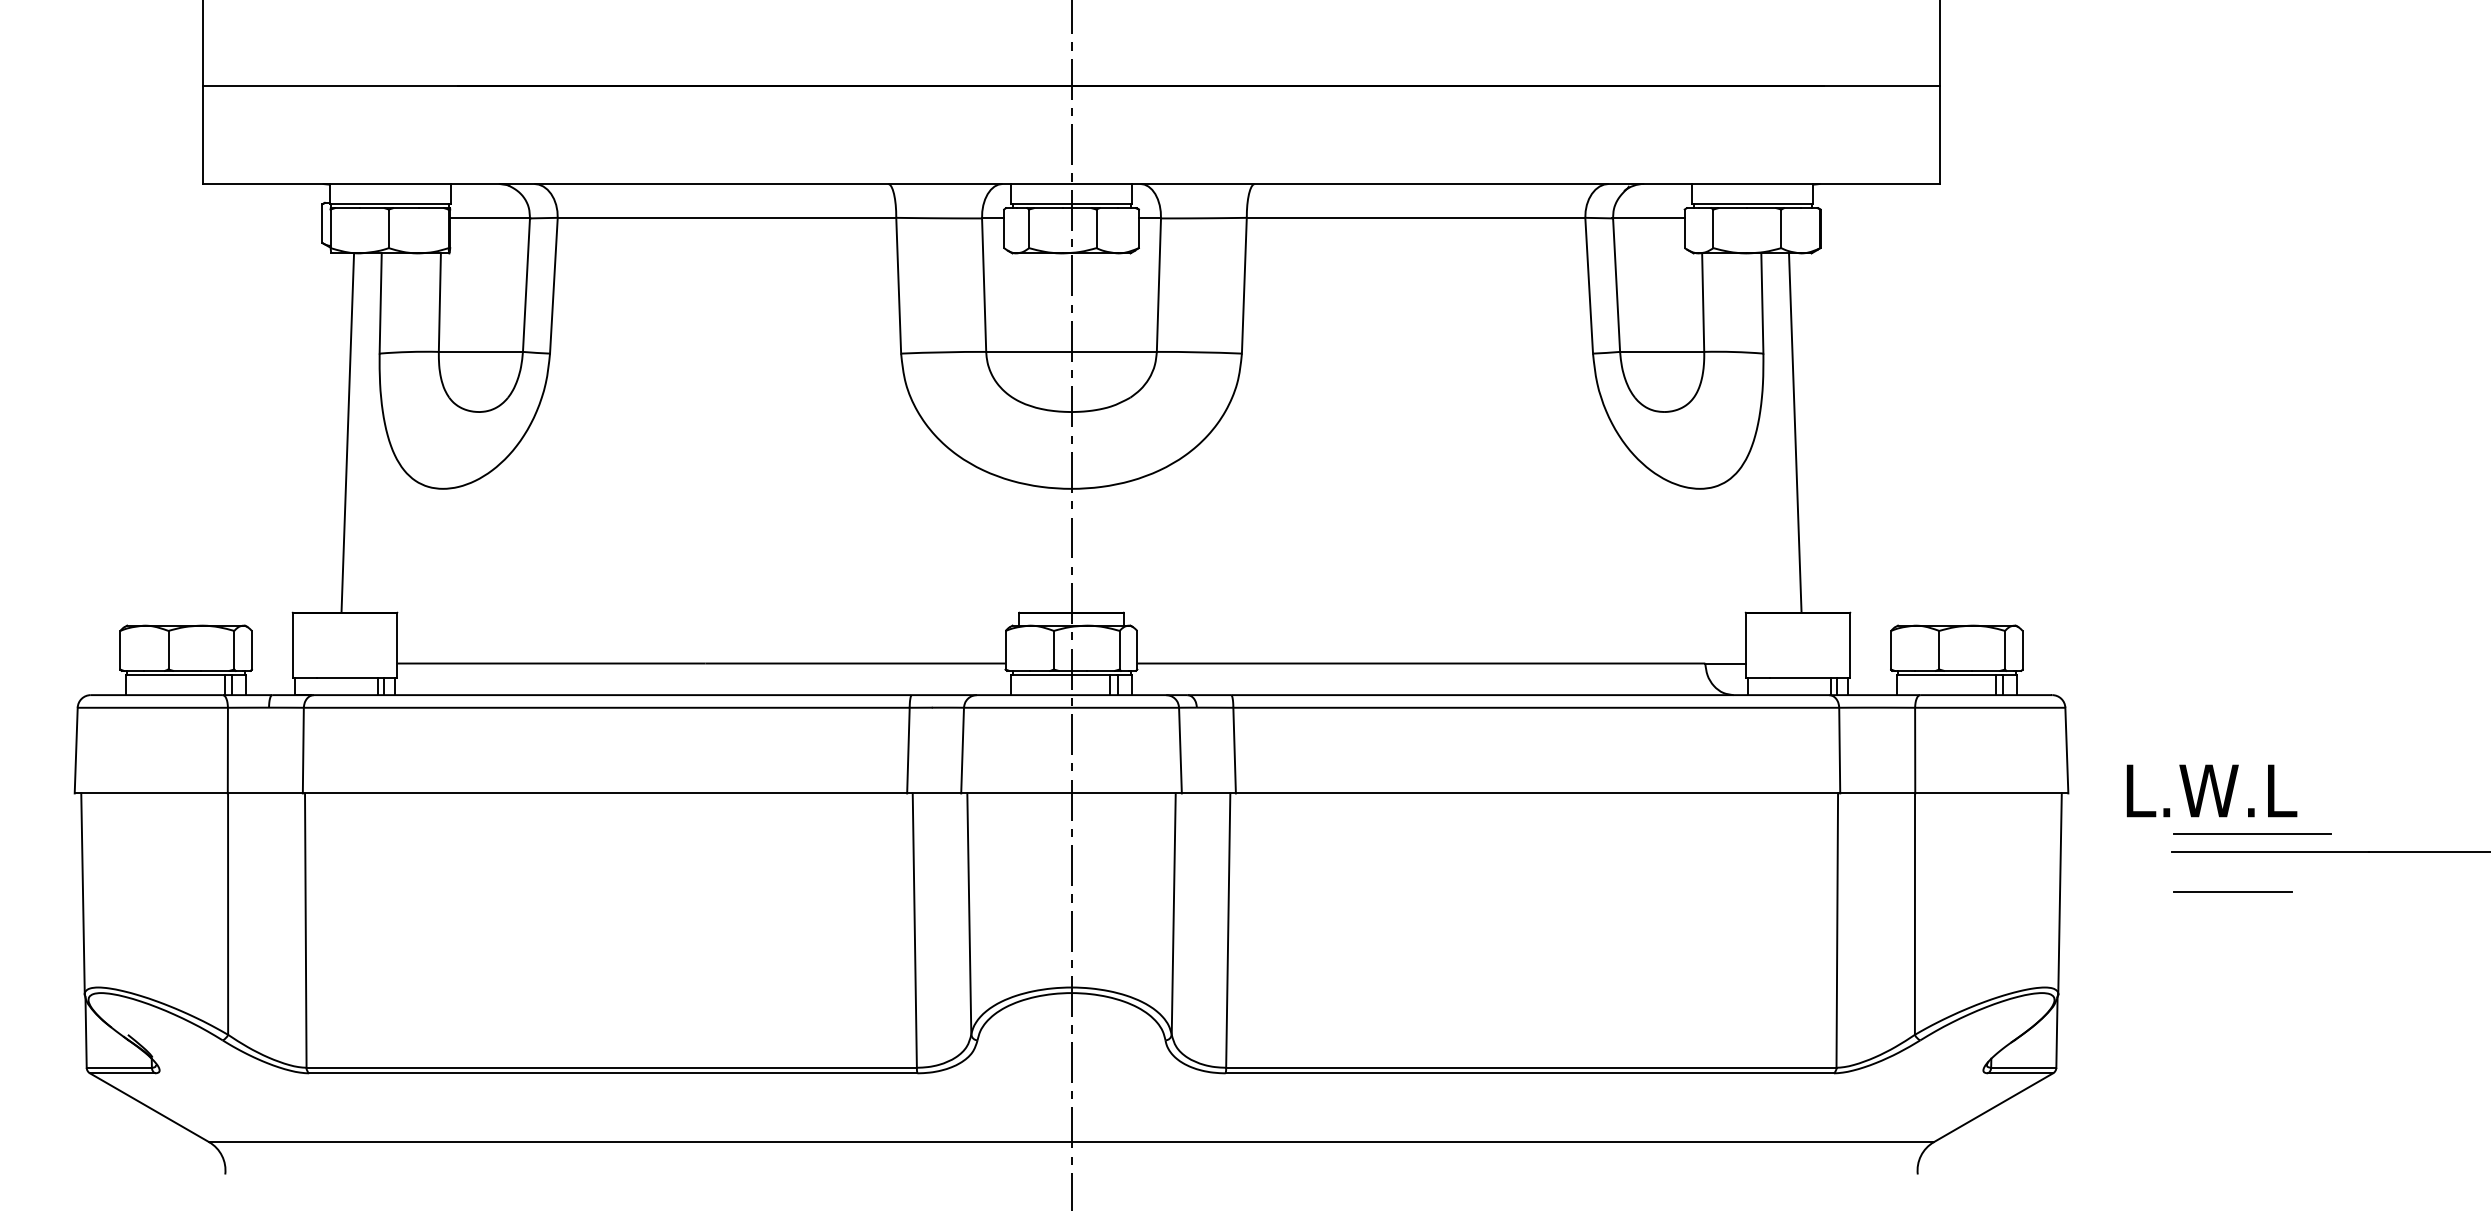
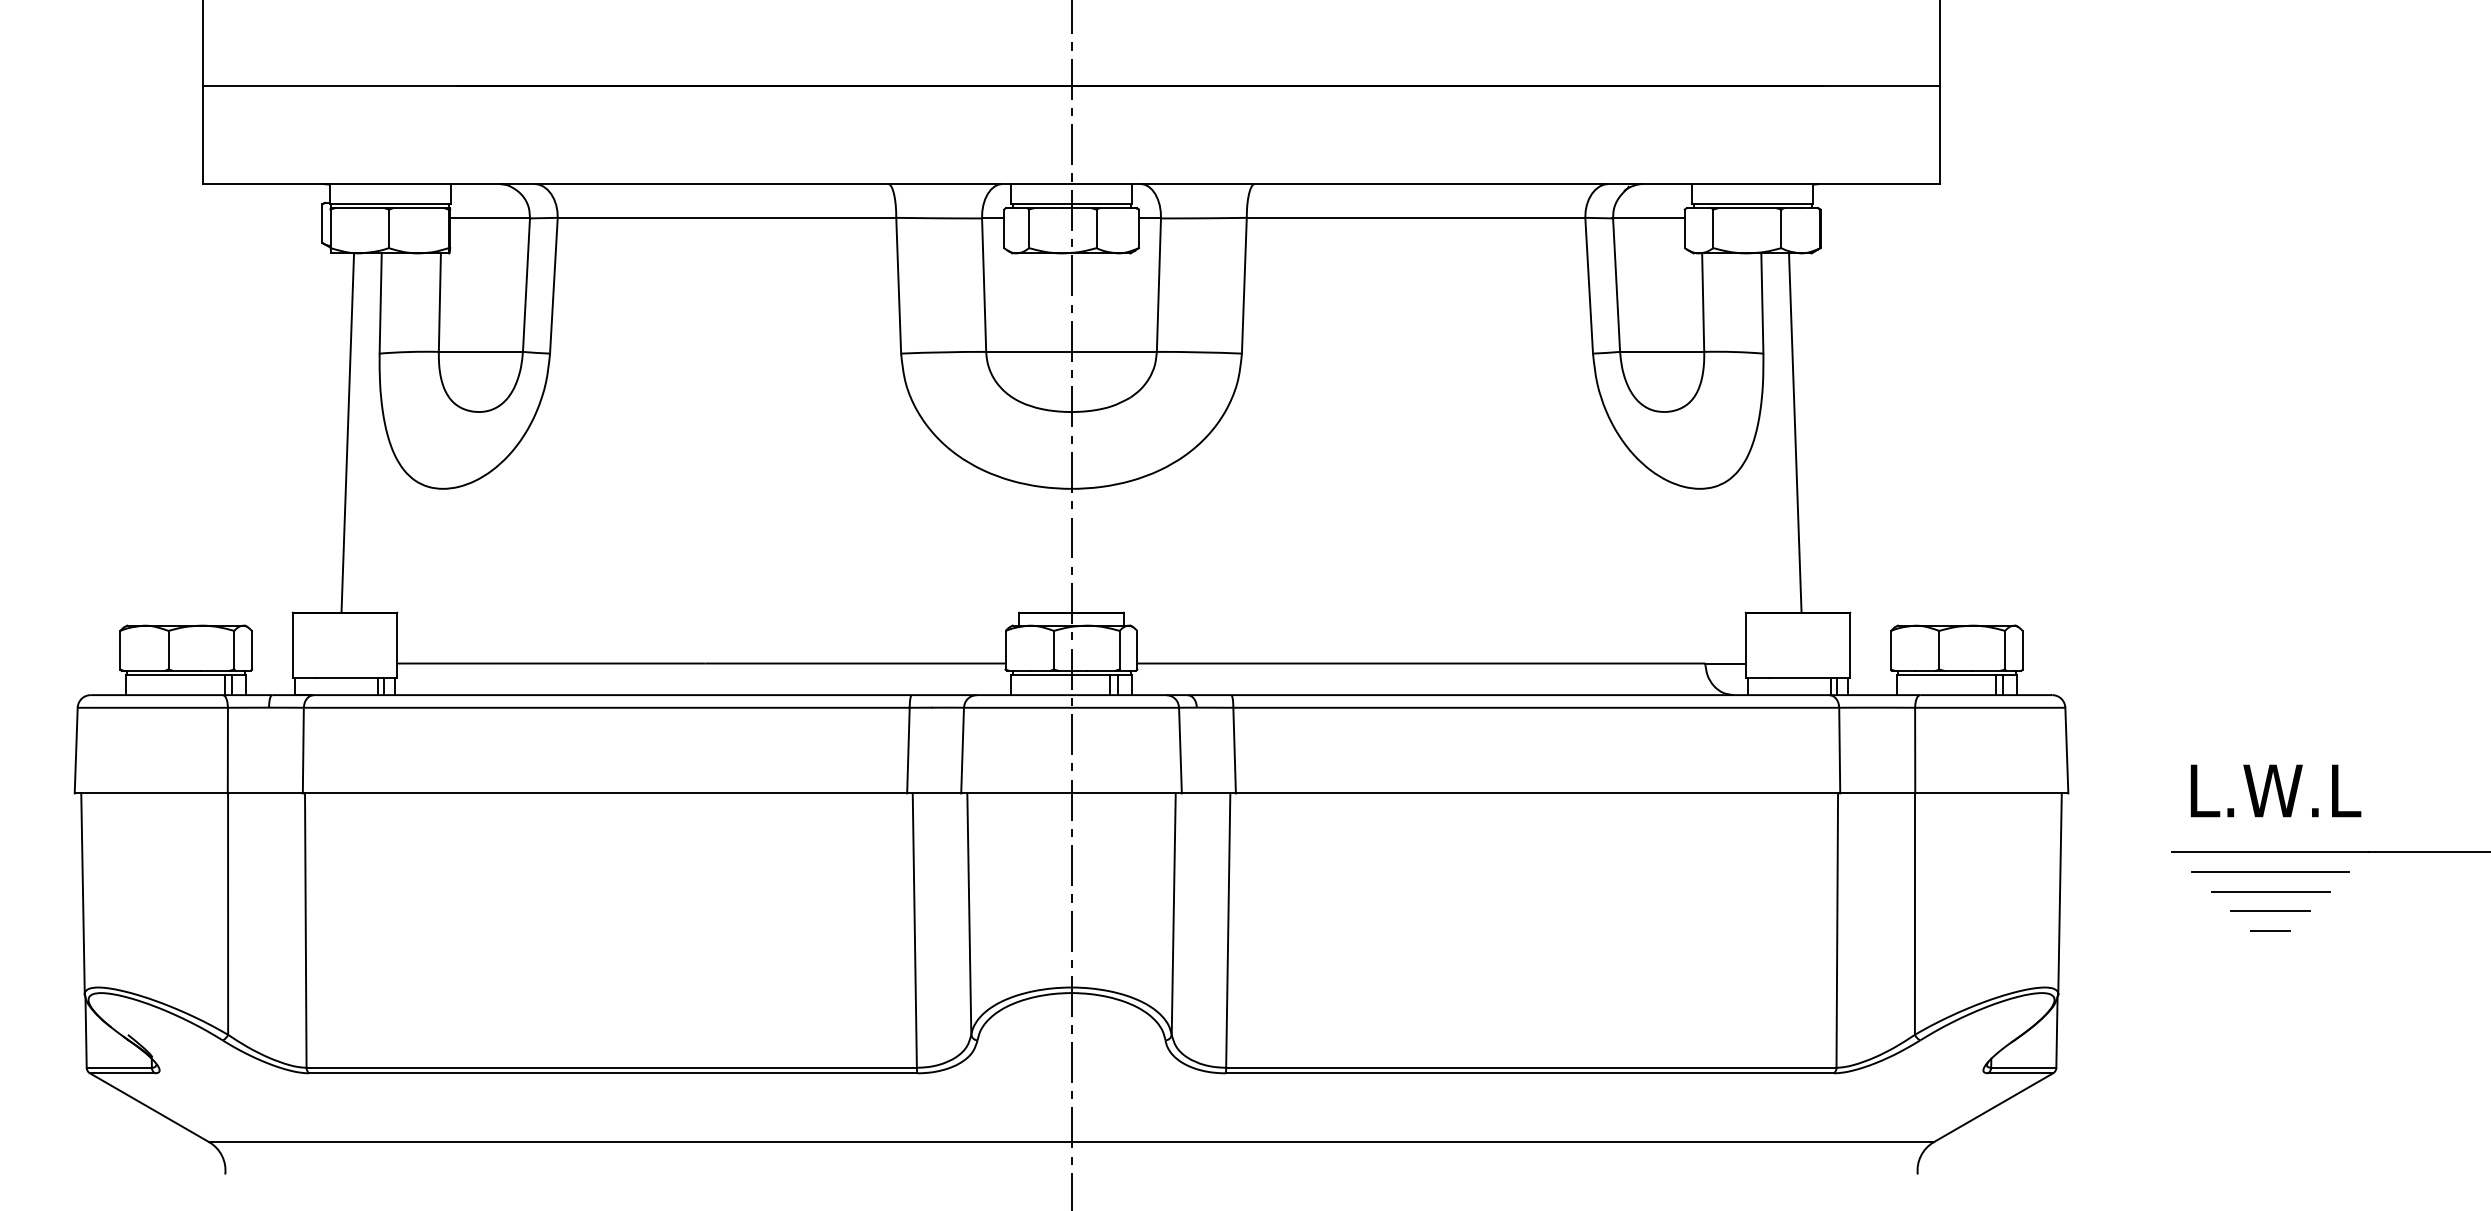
text at (2211, 790) position: (2211, 790) -> (2275, 790)
line at (2252, 833) position: (2252, 833) -> (2270, 871)
line at (2232, 891) position: (2232, 891) -> (2270, 891)
line at (2270, 911): none -> present
line at (2270, 930): none -> present
